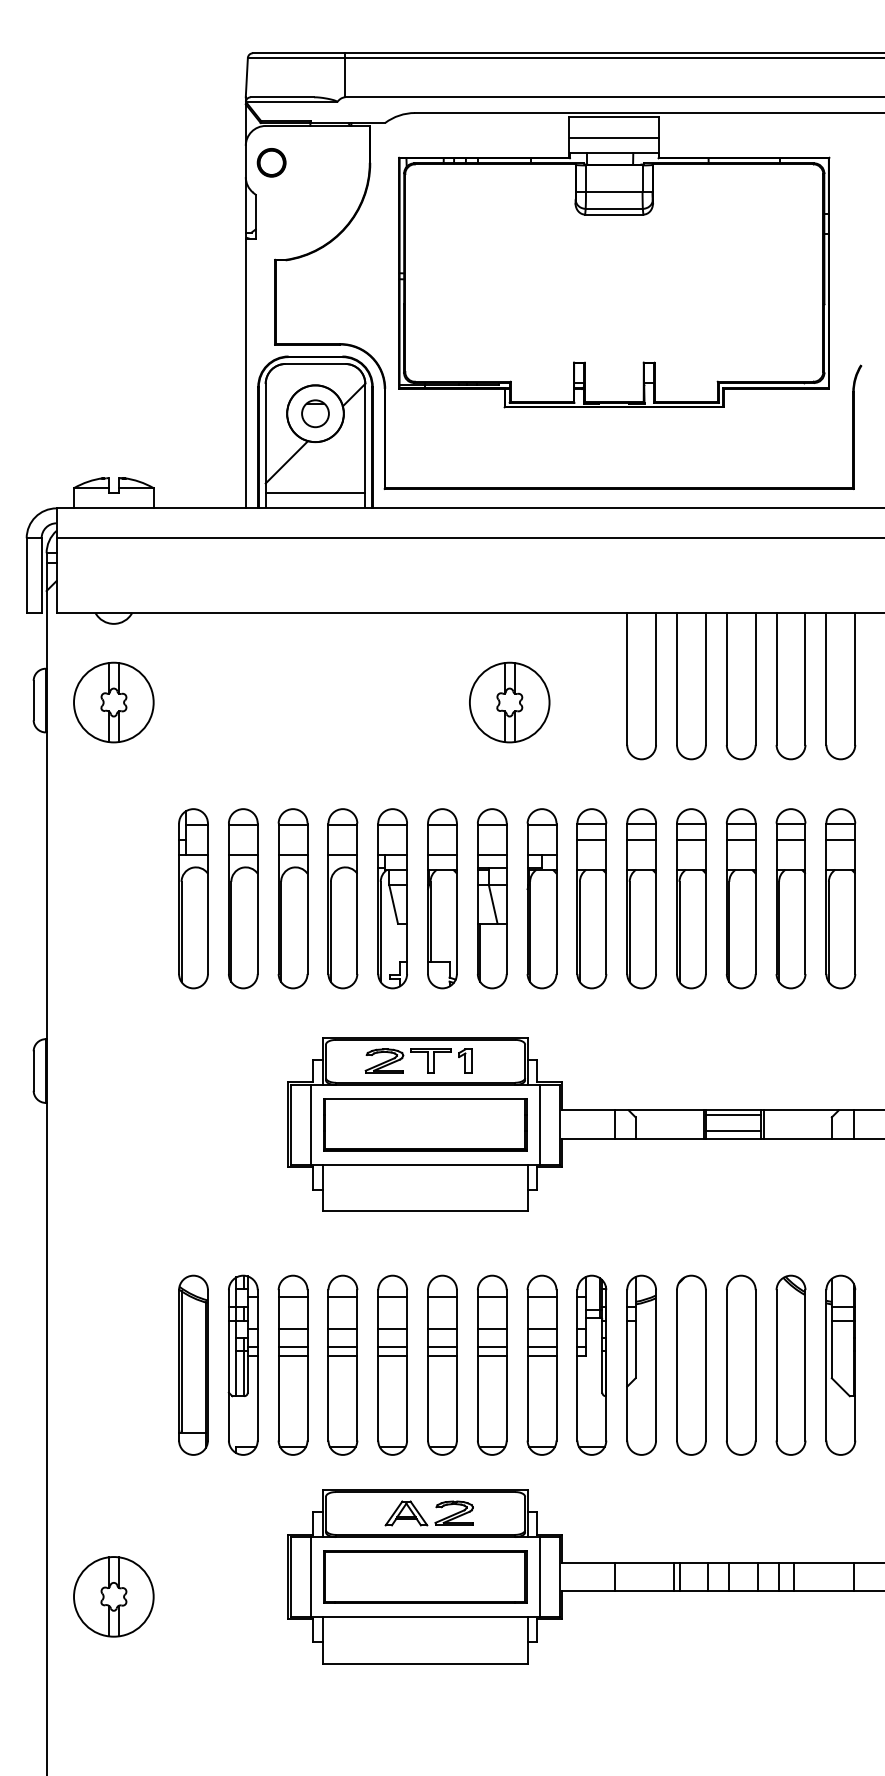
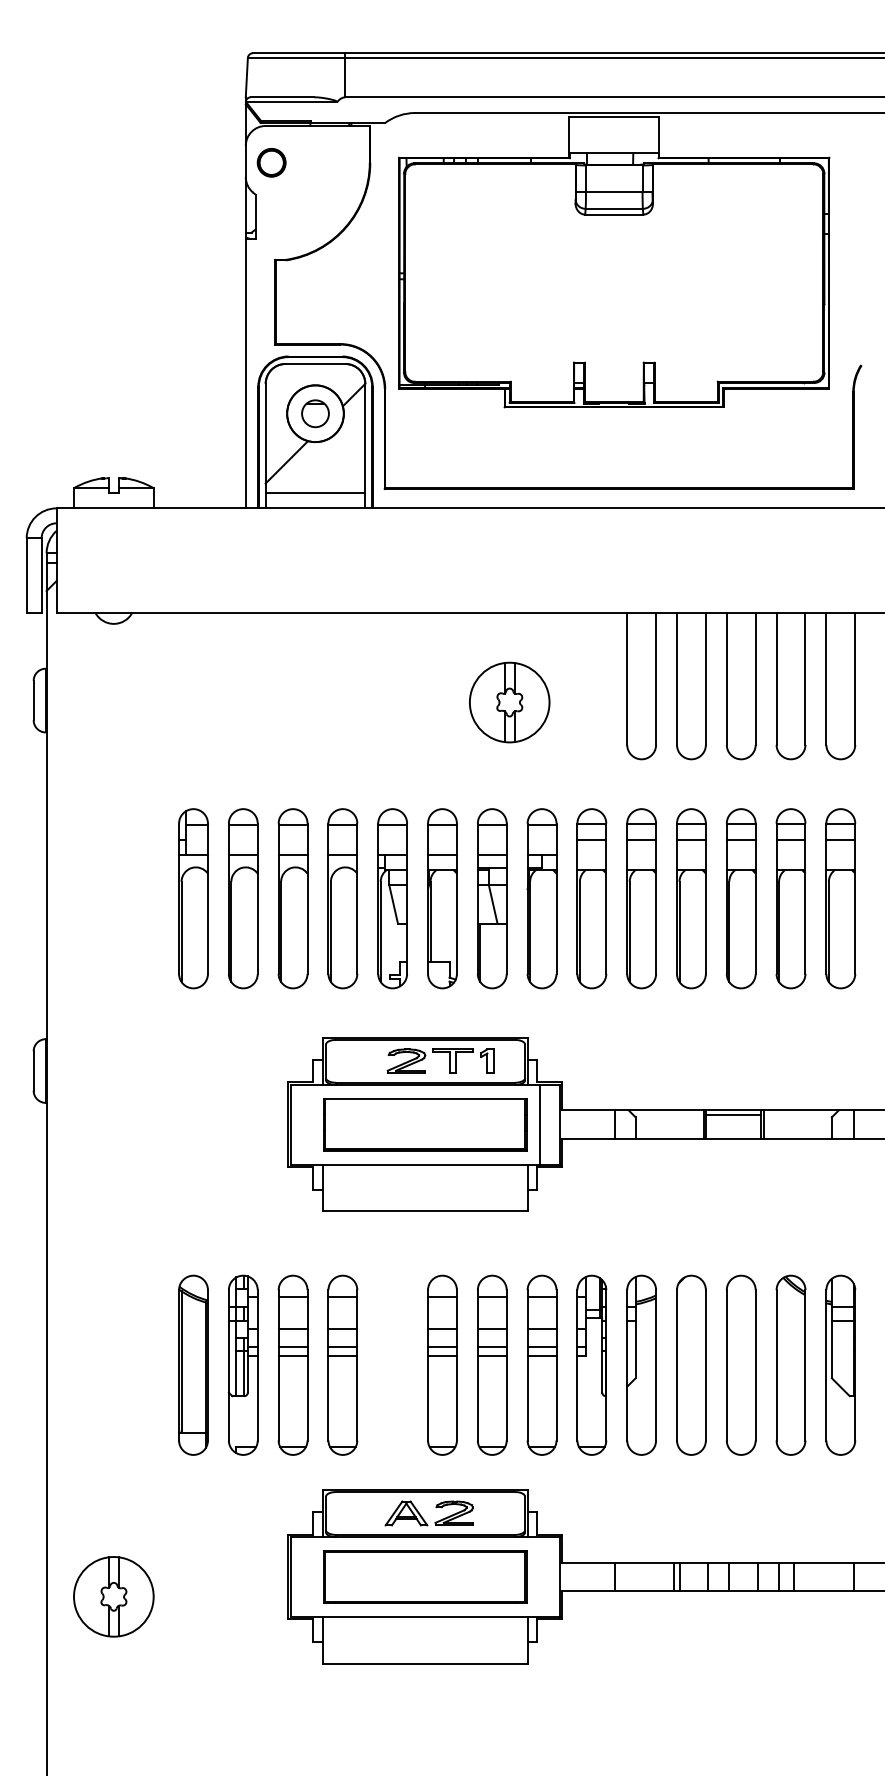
line at (613, 137): present -> none
line at (468, 538): present -> none
part at (113, 702): present -> none
part at (418, 1052) position: (418, 1052) -> (440, 1052)
line at (311, 1124): present -> none
line at (733, 1130): present -> none
part at (392, 1364): present -> none
line at (311, 1576): present -> none
line at (540, 1576): present -> none
